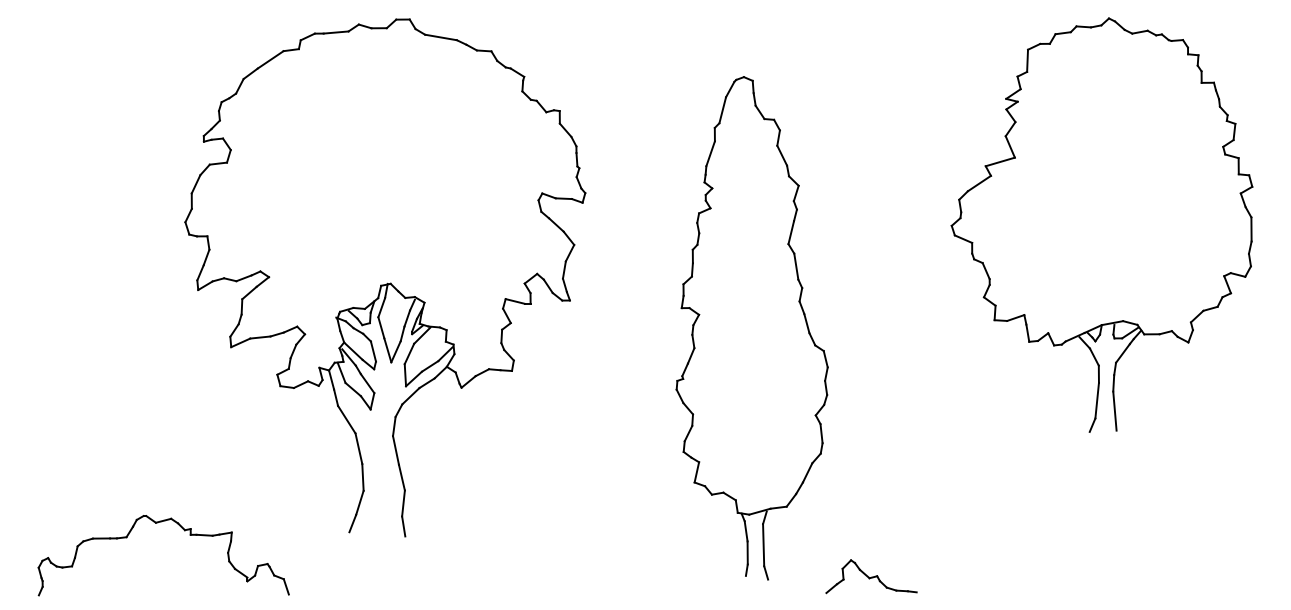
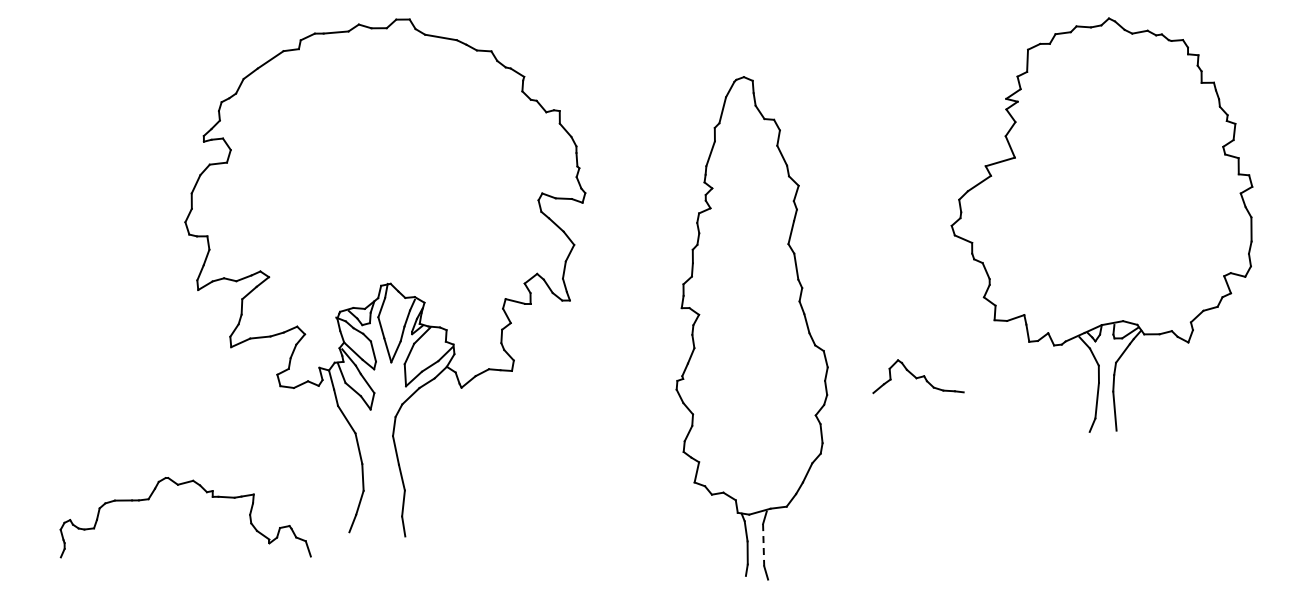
part at (184, 531) position: (184, 531) -> (206, 493)
line at (763, 545): solid -> dashed
part at (871, 576) position: (871, 576) -> (918, 376)
